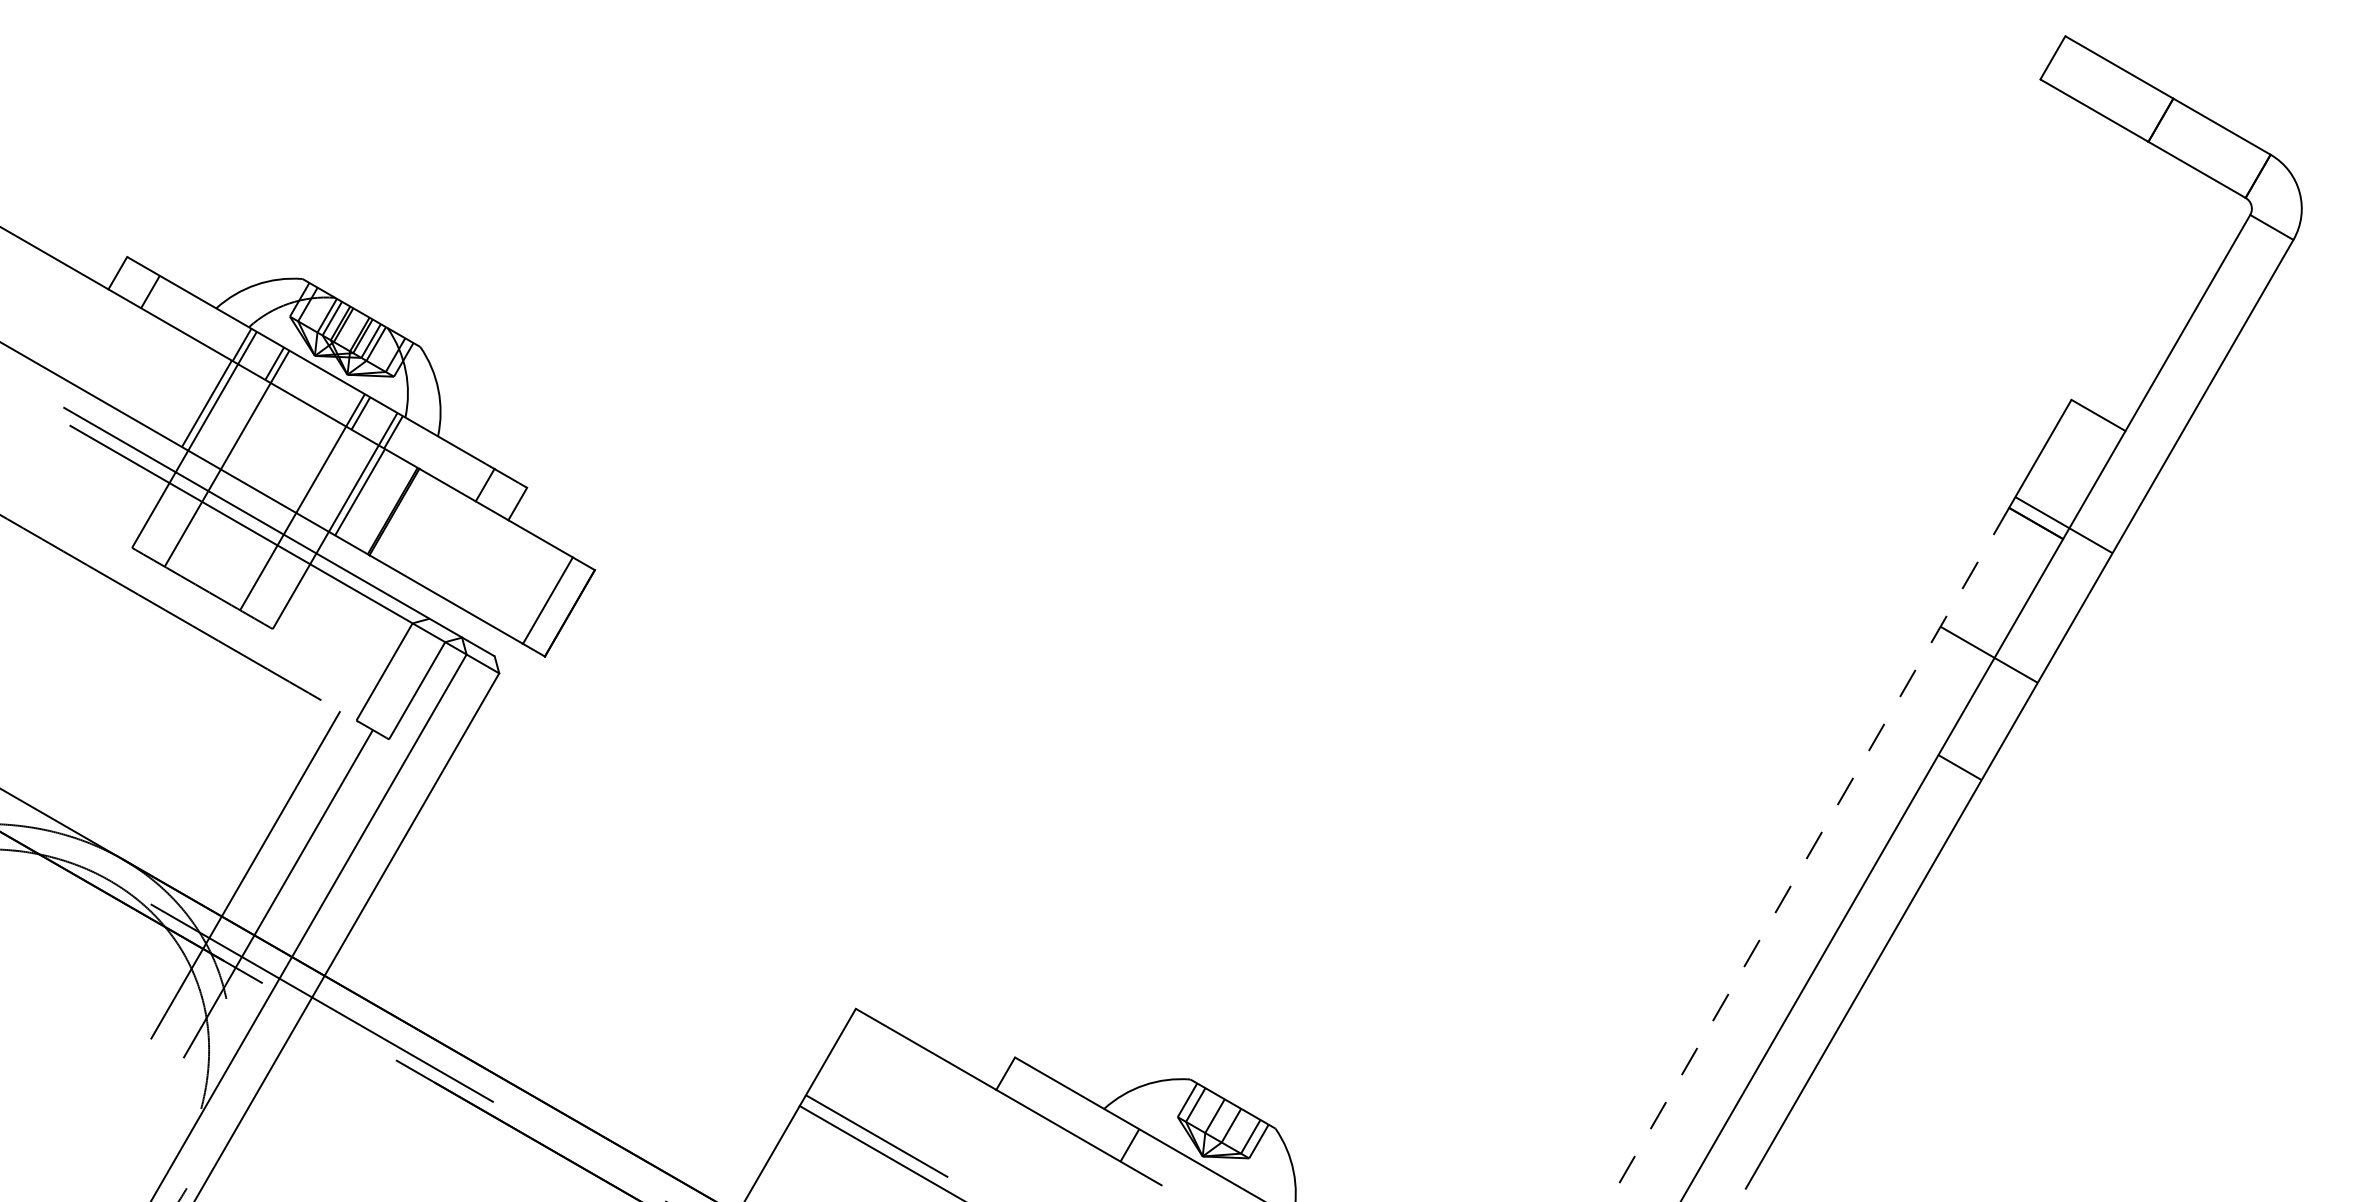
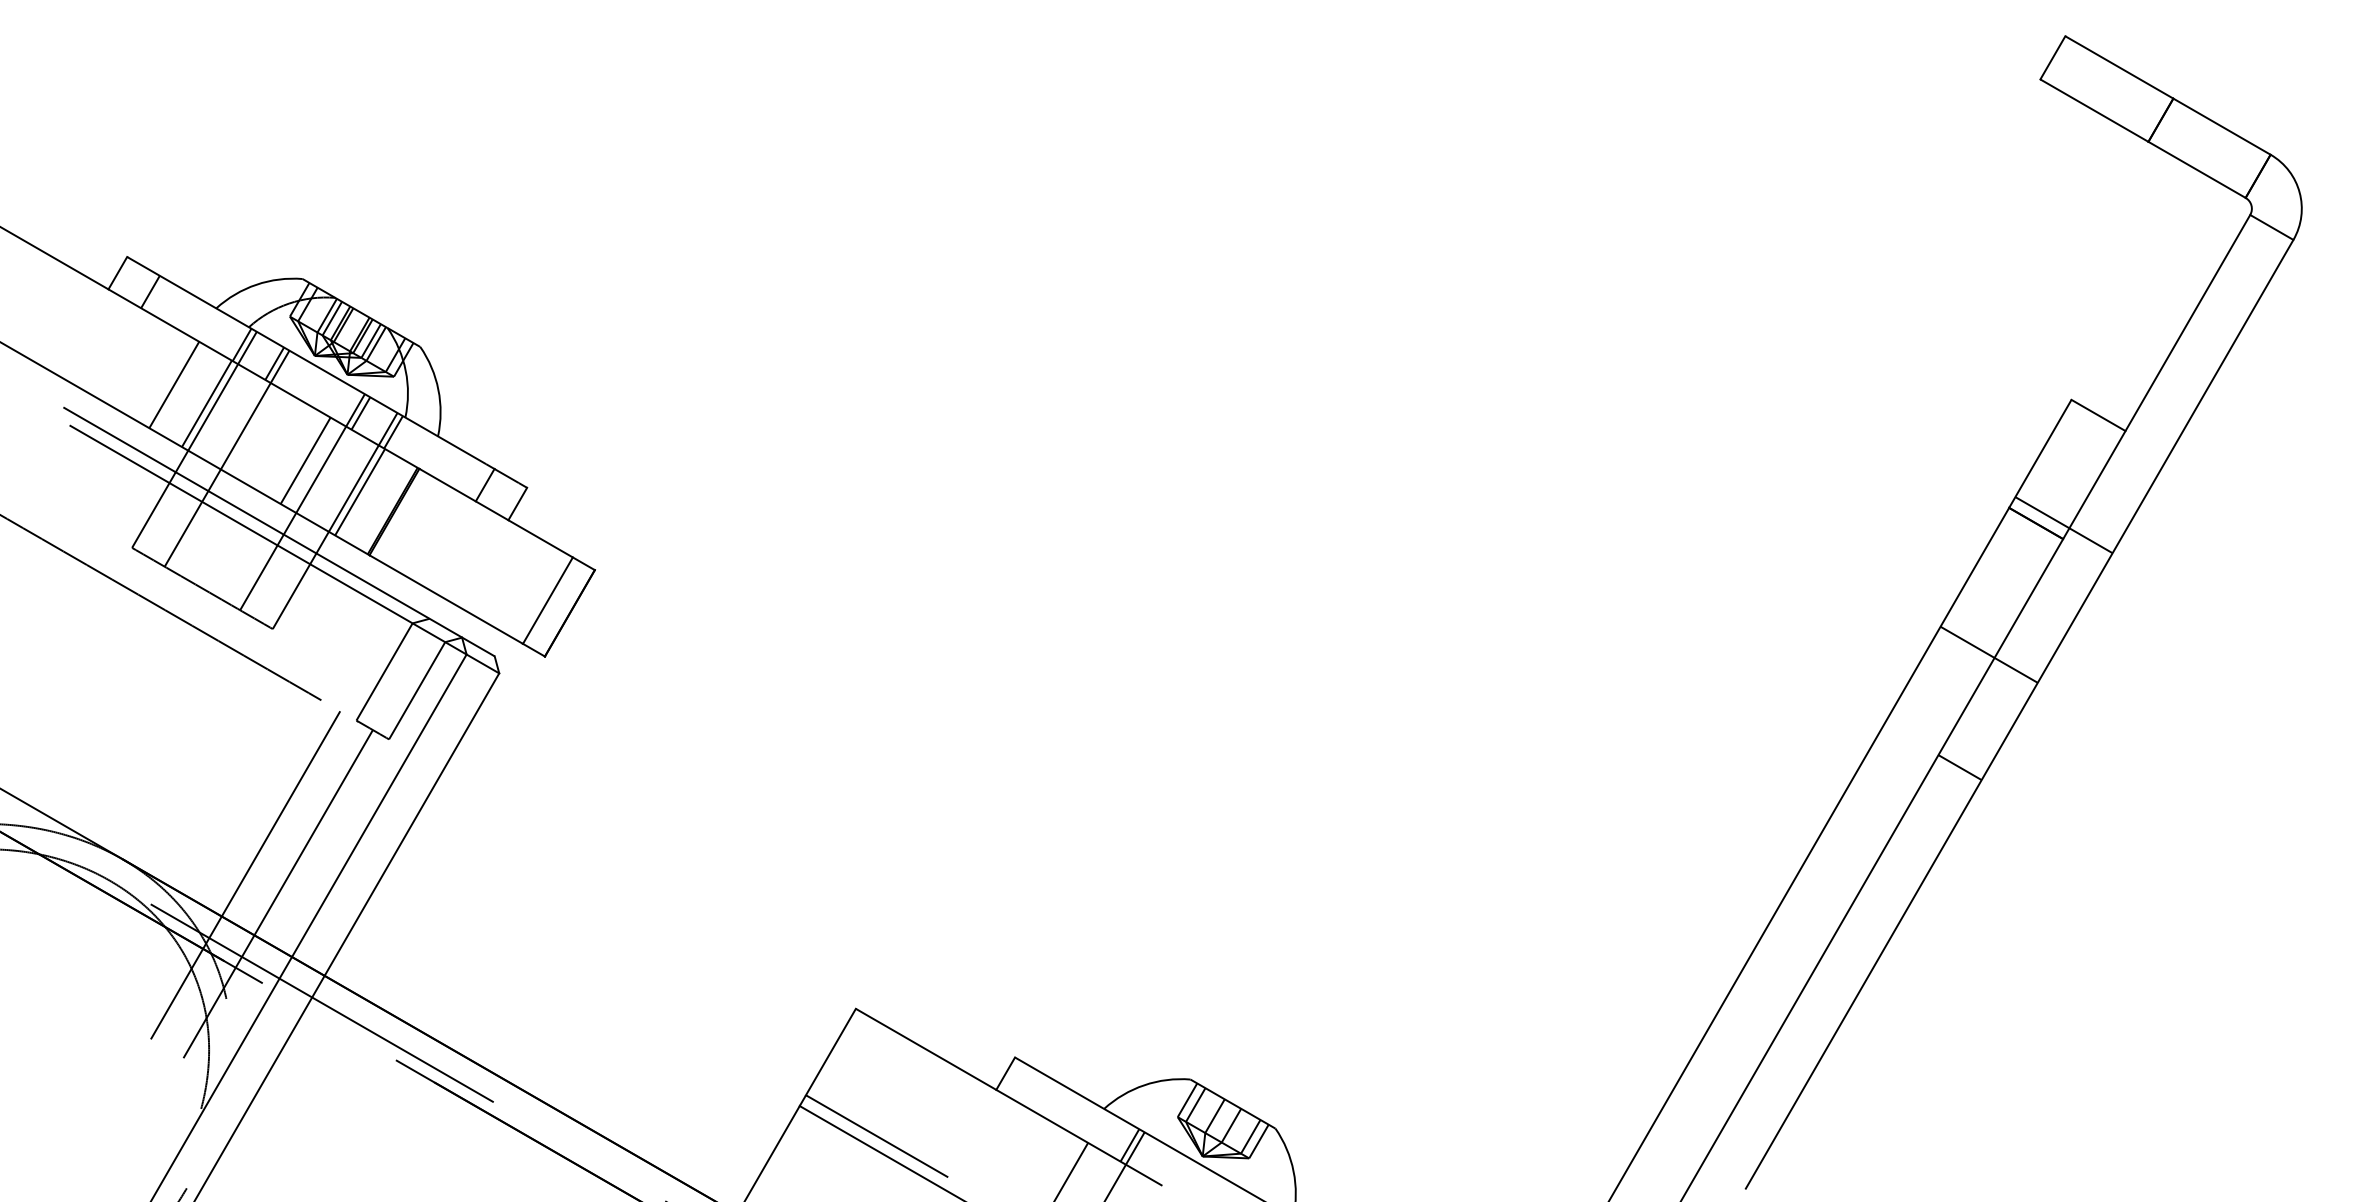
line at (174, 384): none -> present
line at (305, 460): none -> present
line at (1808, 854): dashed -> solid
line at (1125, 1165): none -> present
line at (1071, 1170): none -> present
